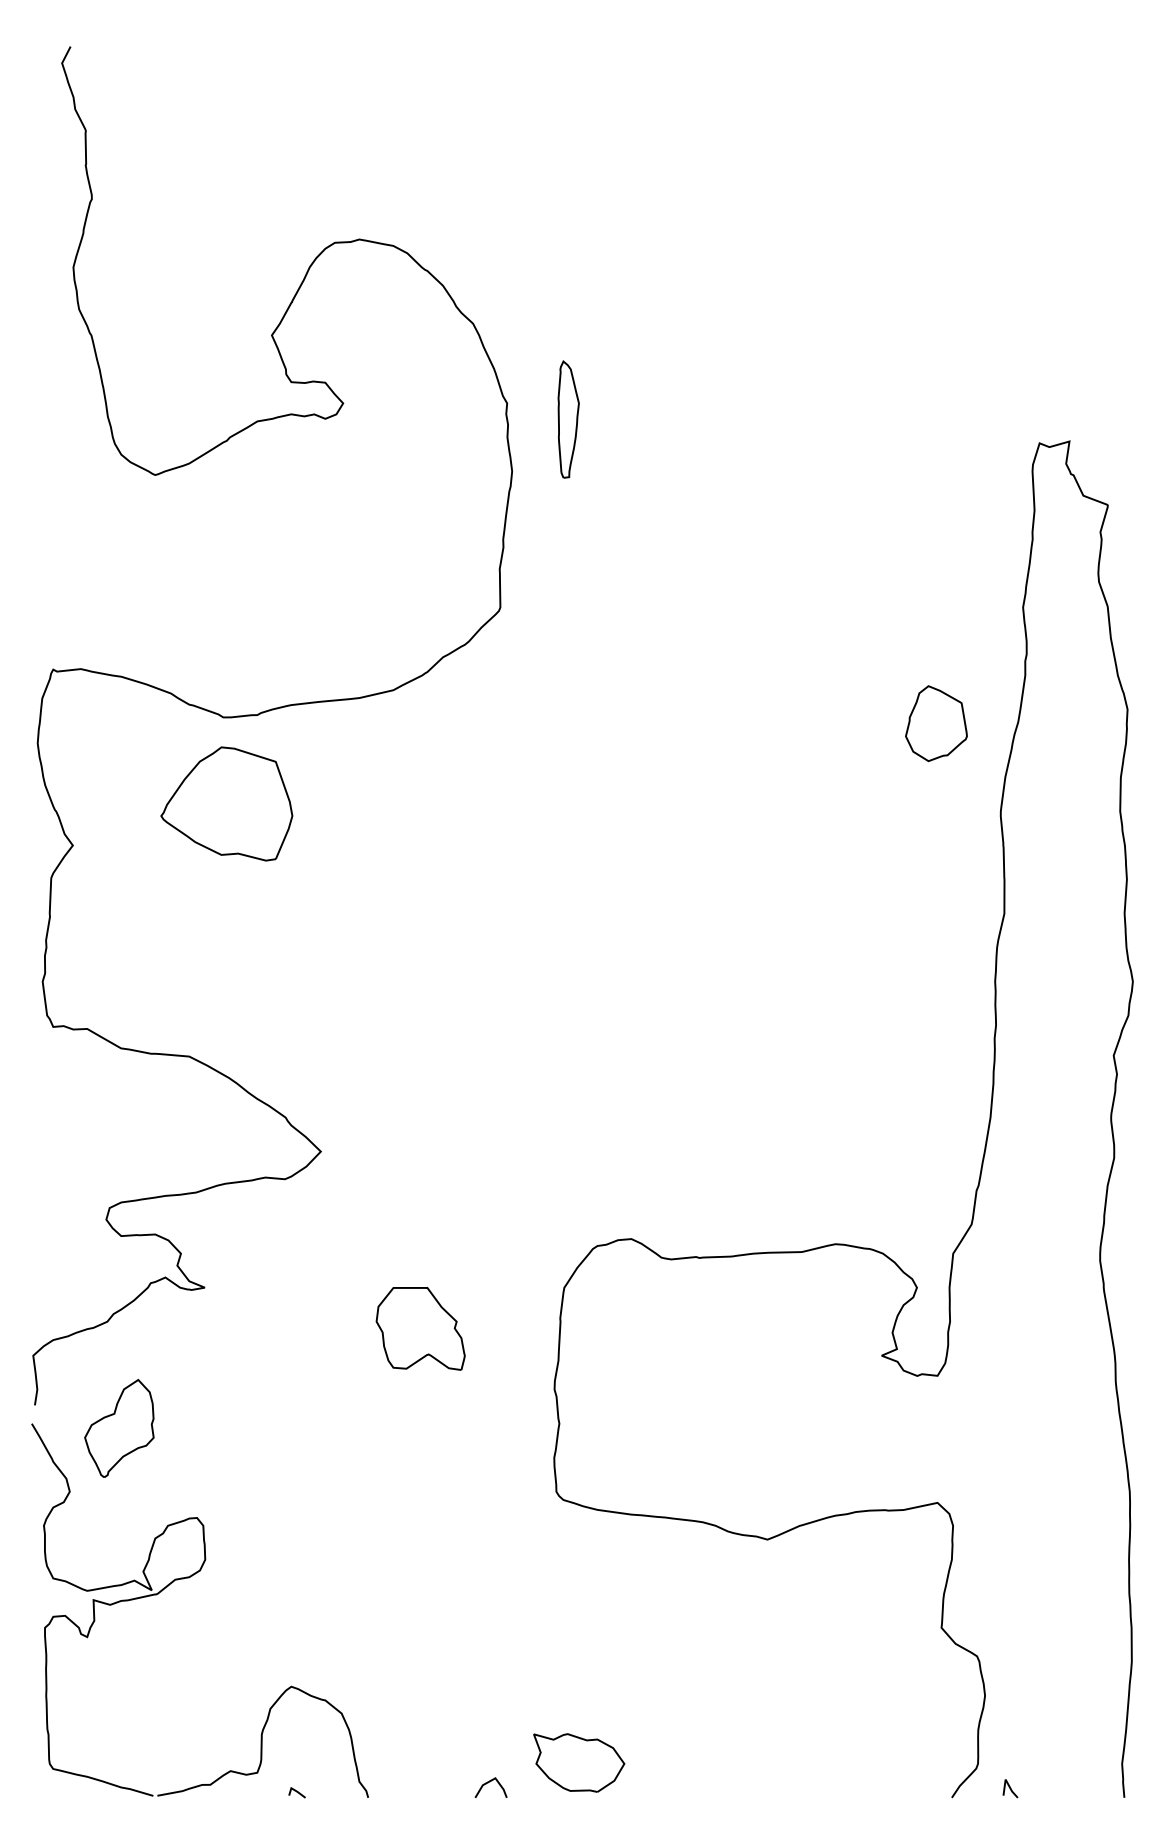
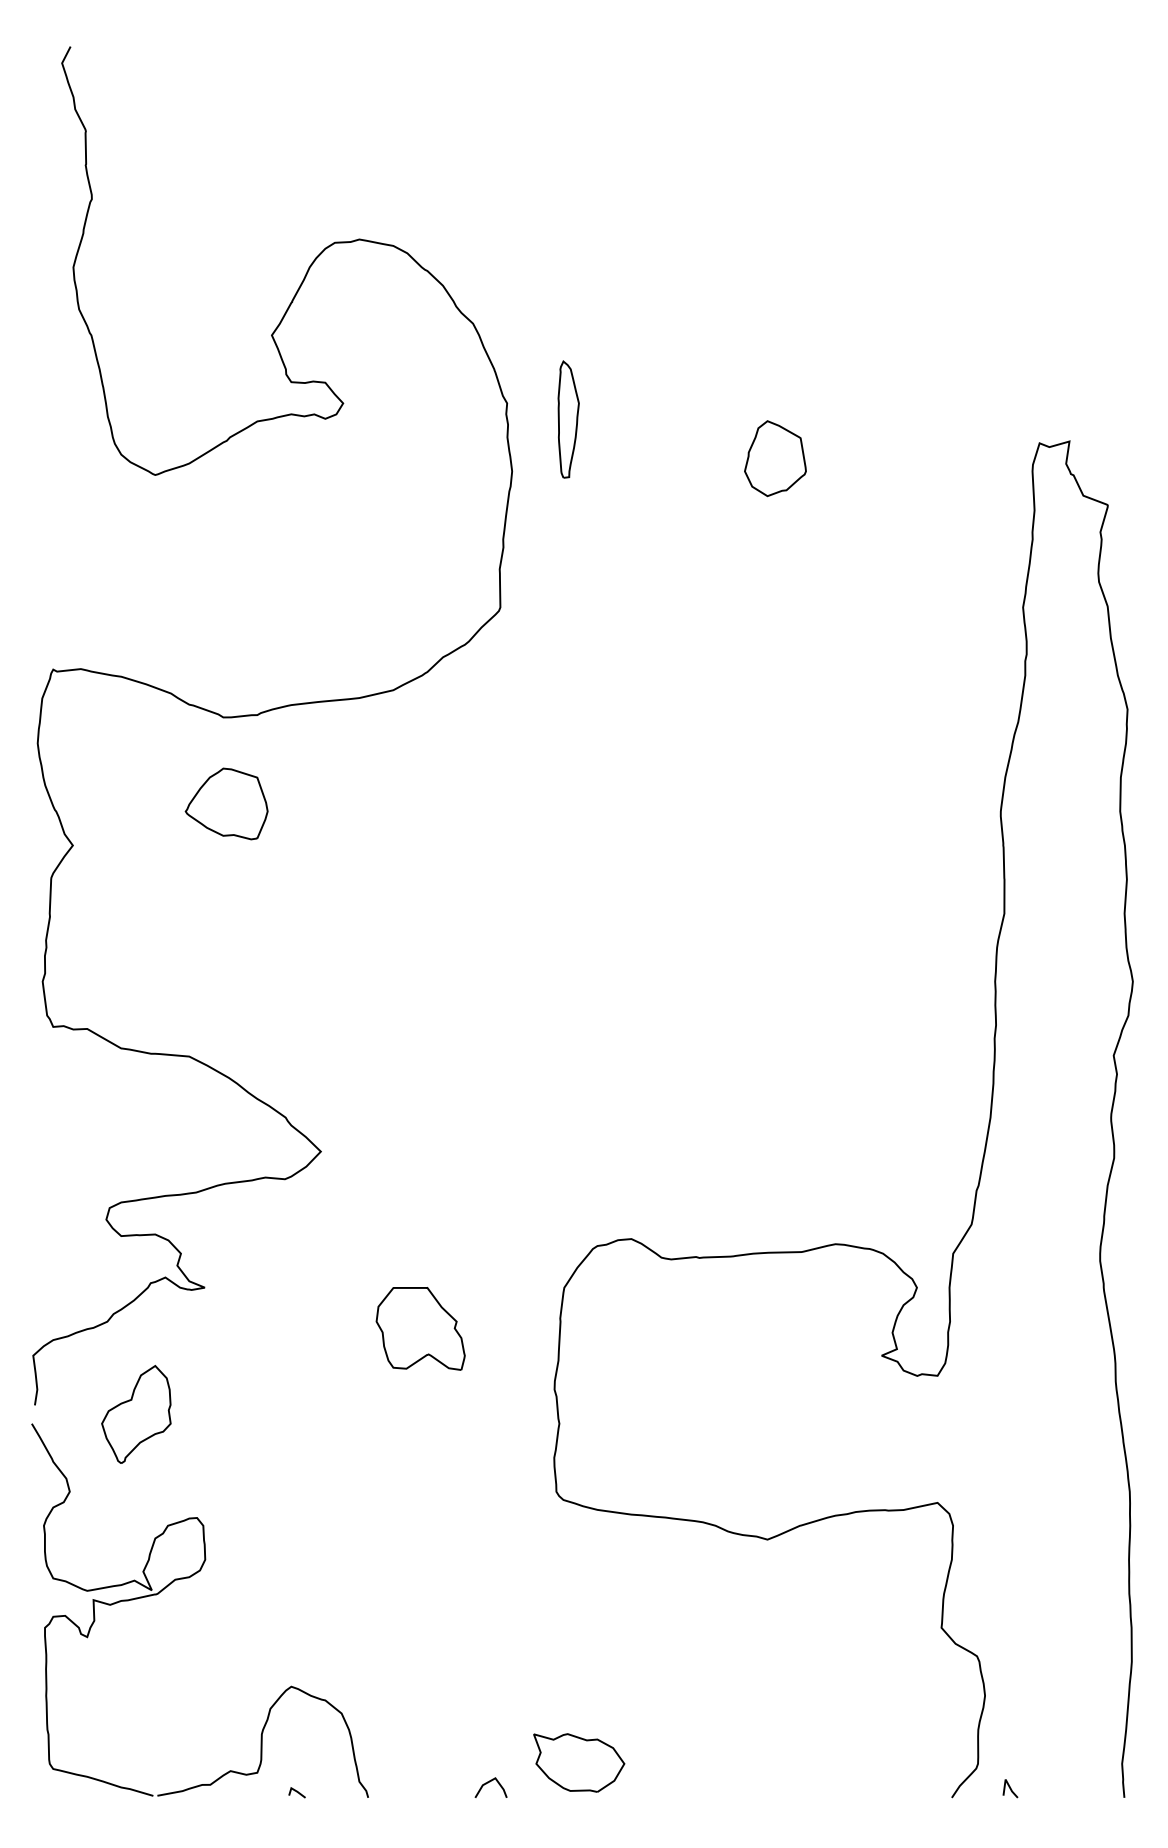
part at (936, 723) position: (936, 723) -> (775, 458)
part at (226, 803) size: 134x116 px -> 85x74 px
part at (119, 1428) position: (119, 1428) -> (136, 1414)
